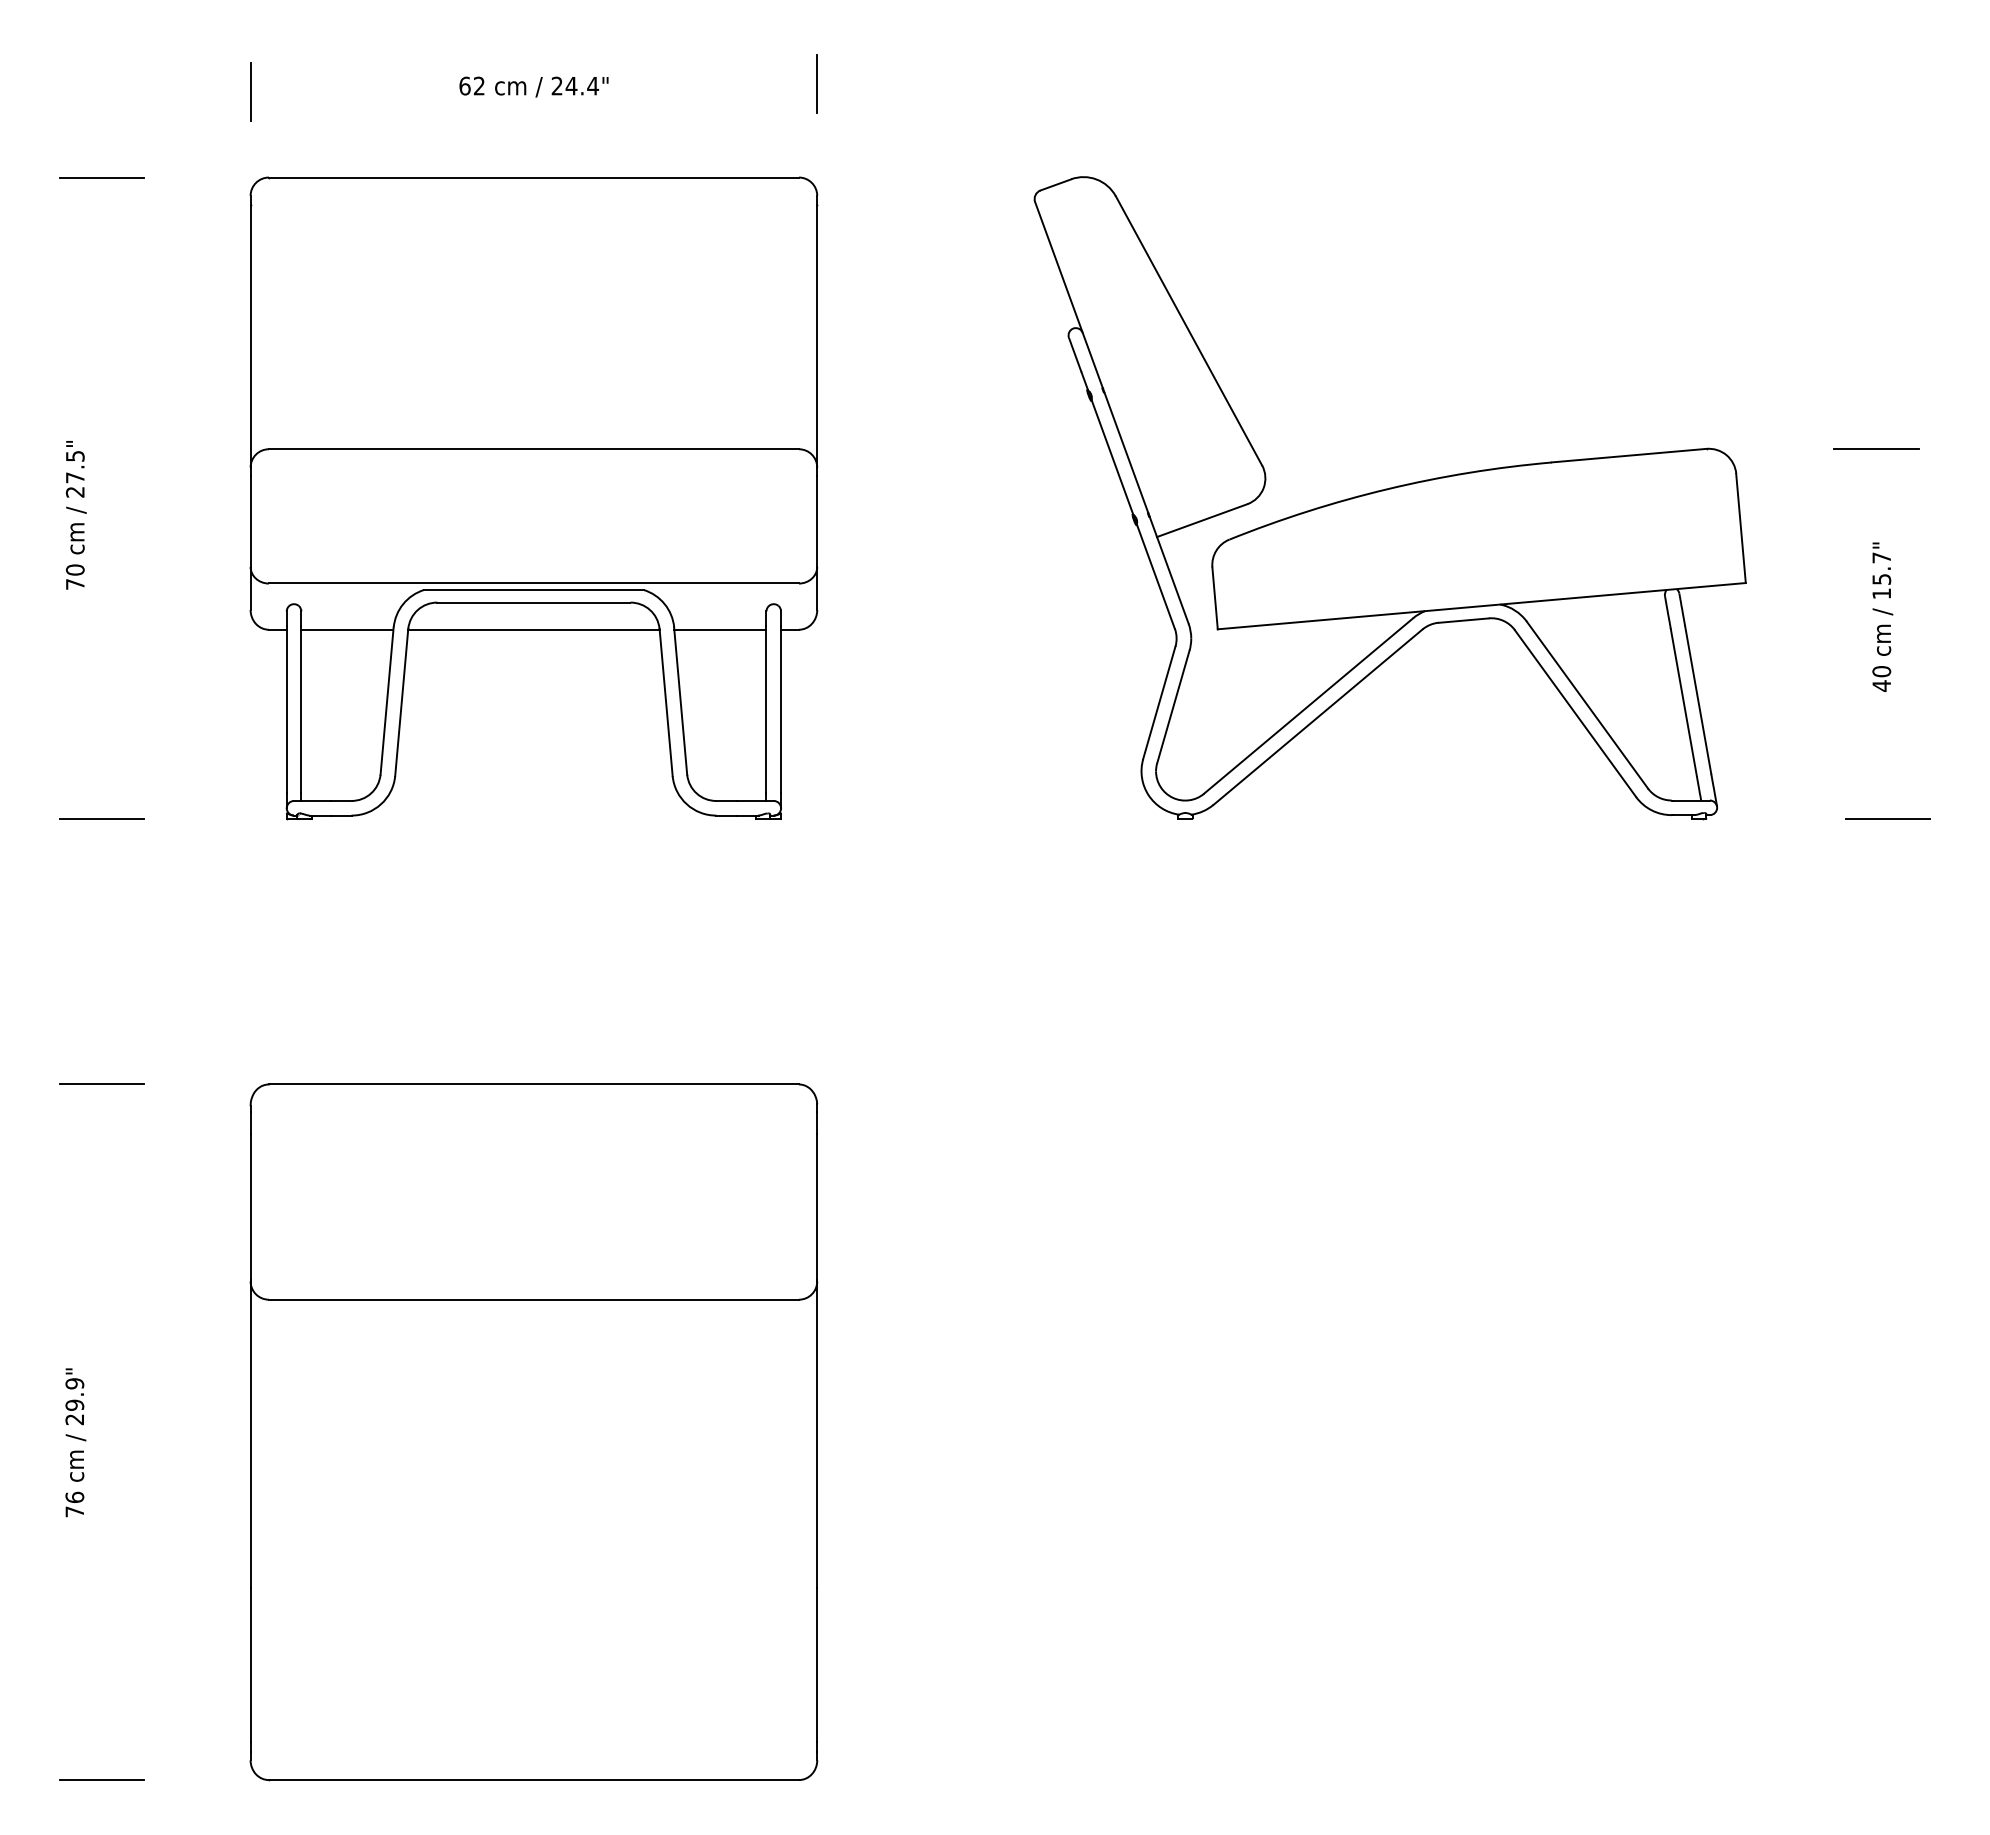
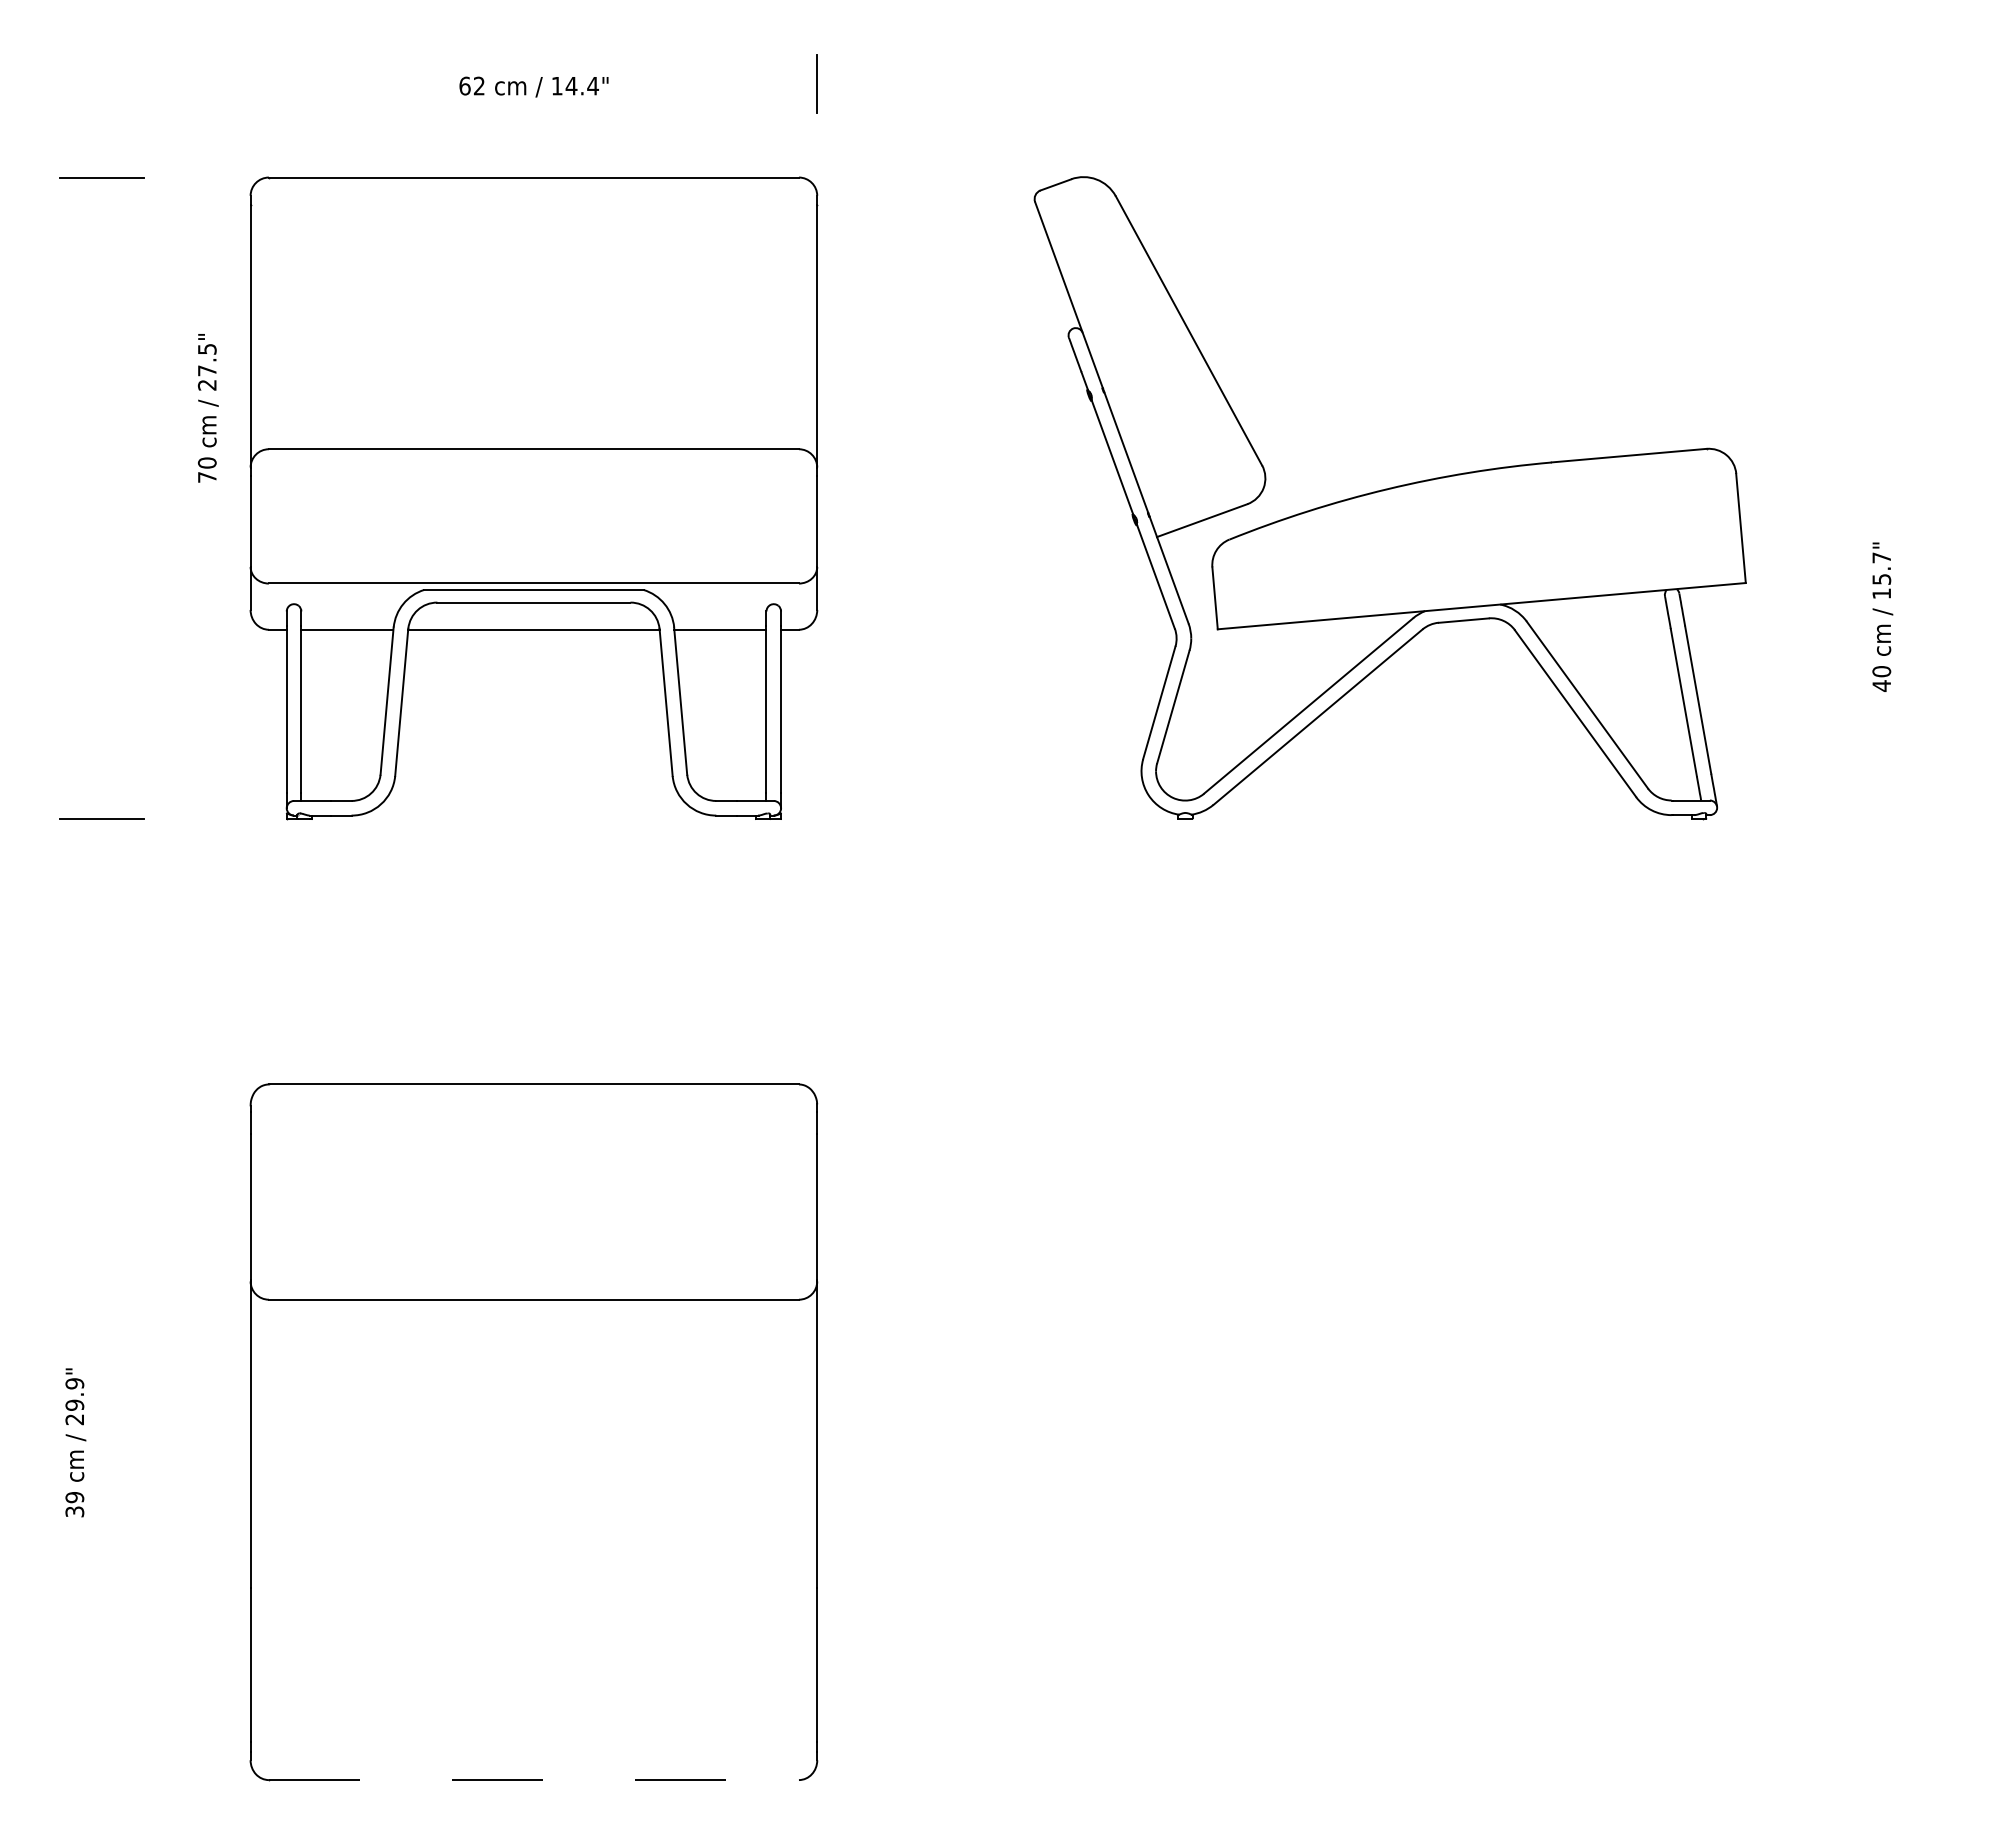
text at (556, 85): 24.4" -> 14.4"
line at (250, 91): present -> none
line at (1876, 448): present -> none
text at (76, 515) position: (76, 515) -> (208, 408)
line at (1887, 818): present -> none
line at (101, 1084): present -> none
text at (74, 1504): 76 -> 39
line at (101, 1780): present -> none
line at (534, 1780): solid -> dashed
